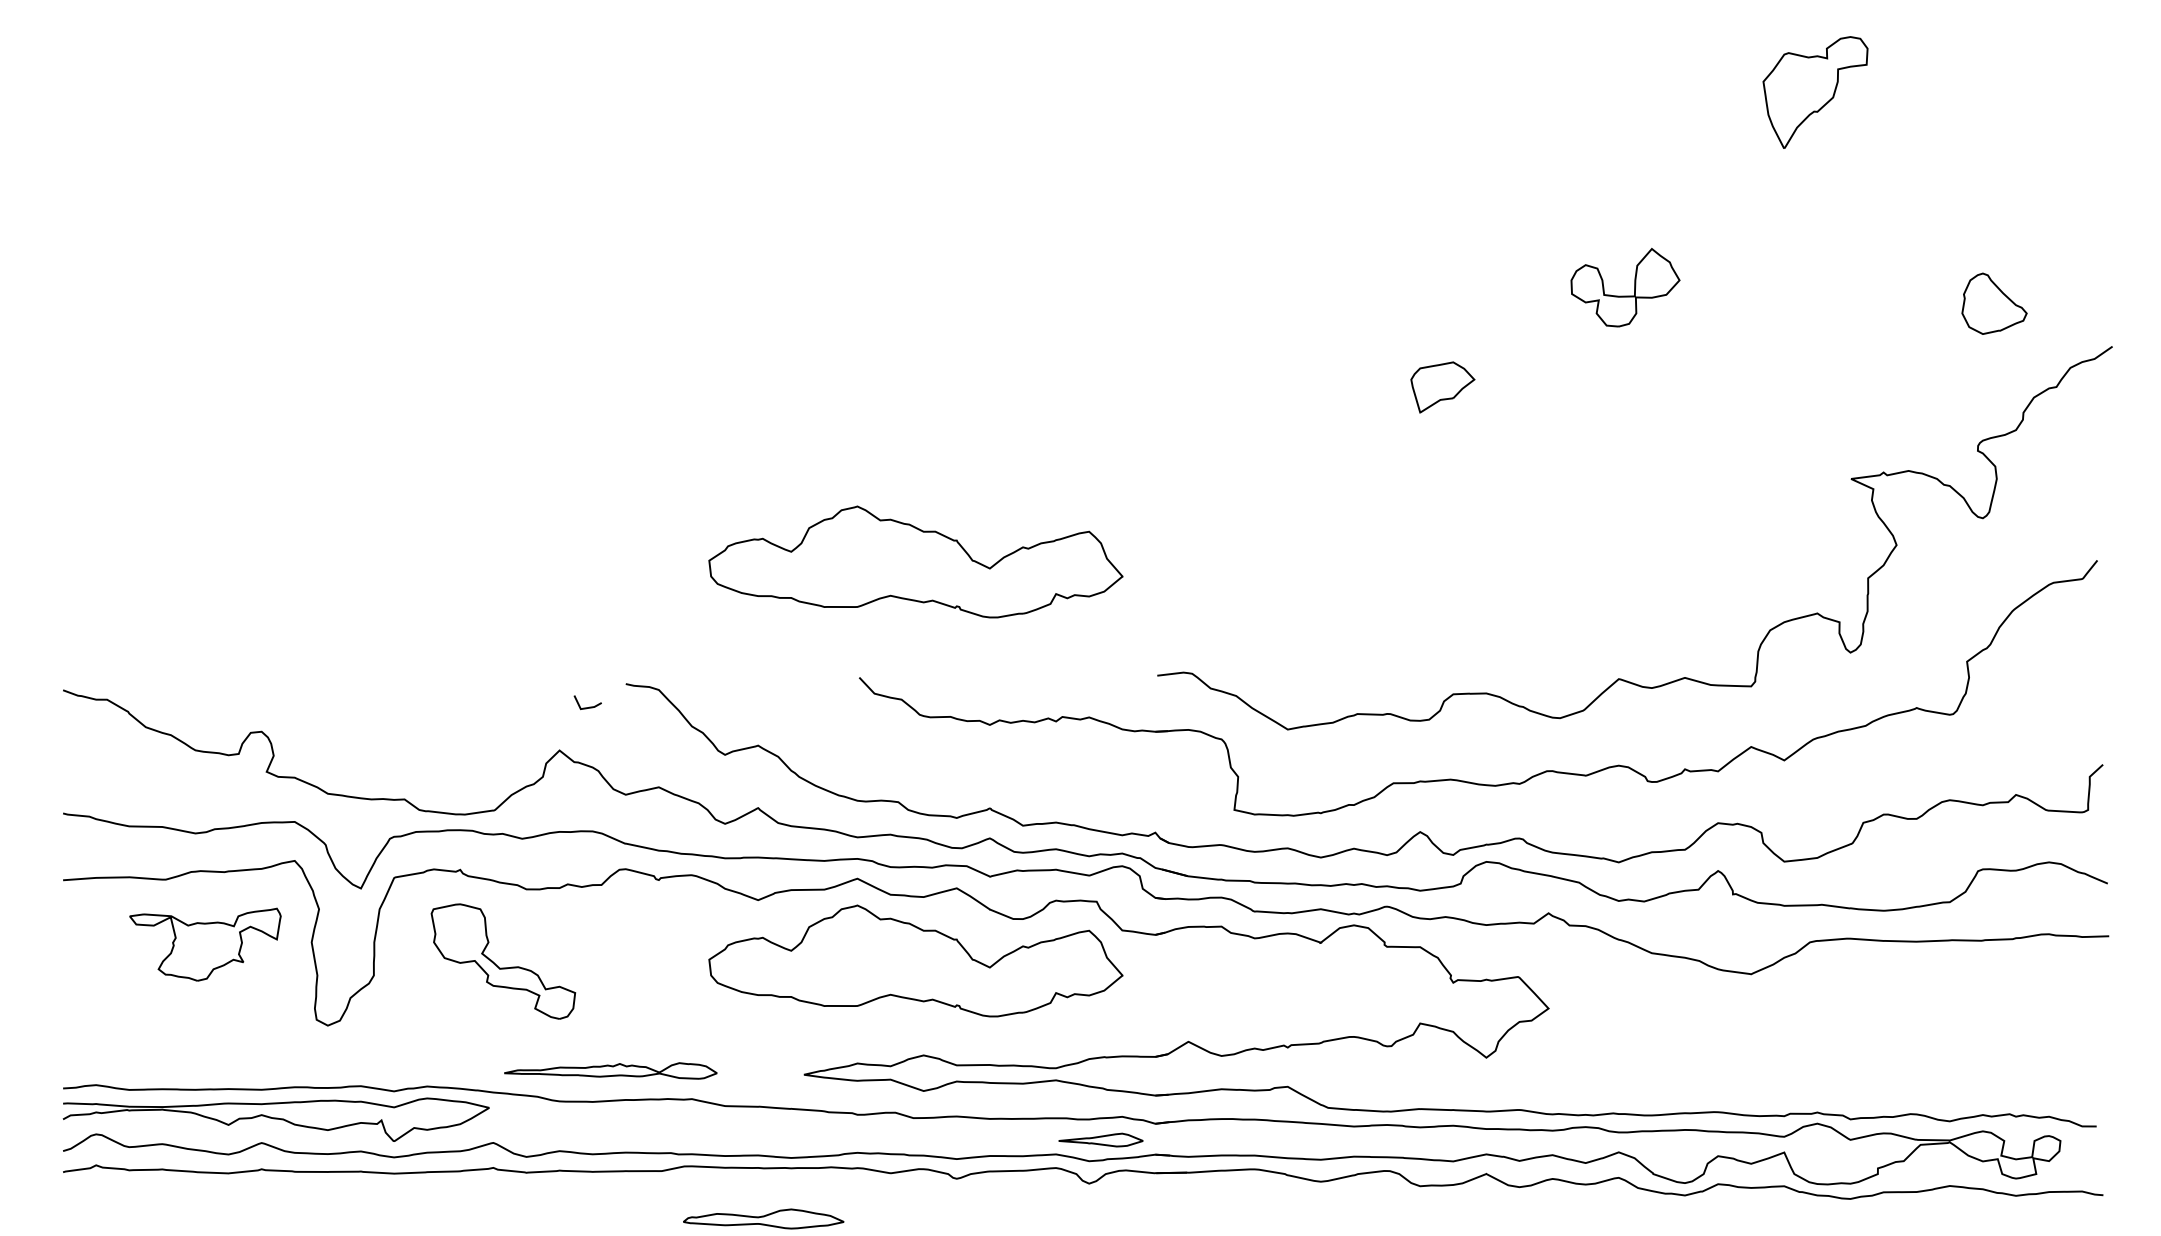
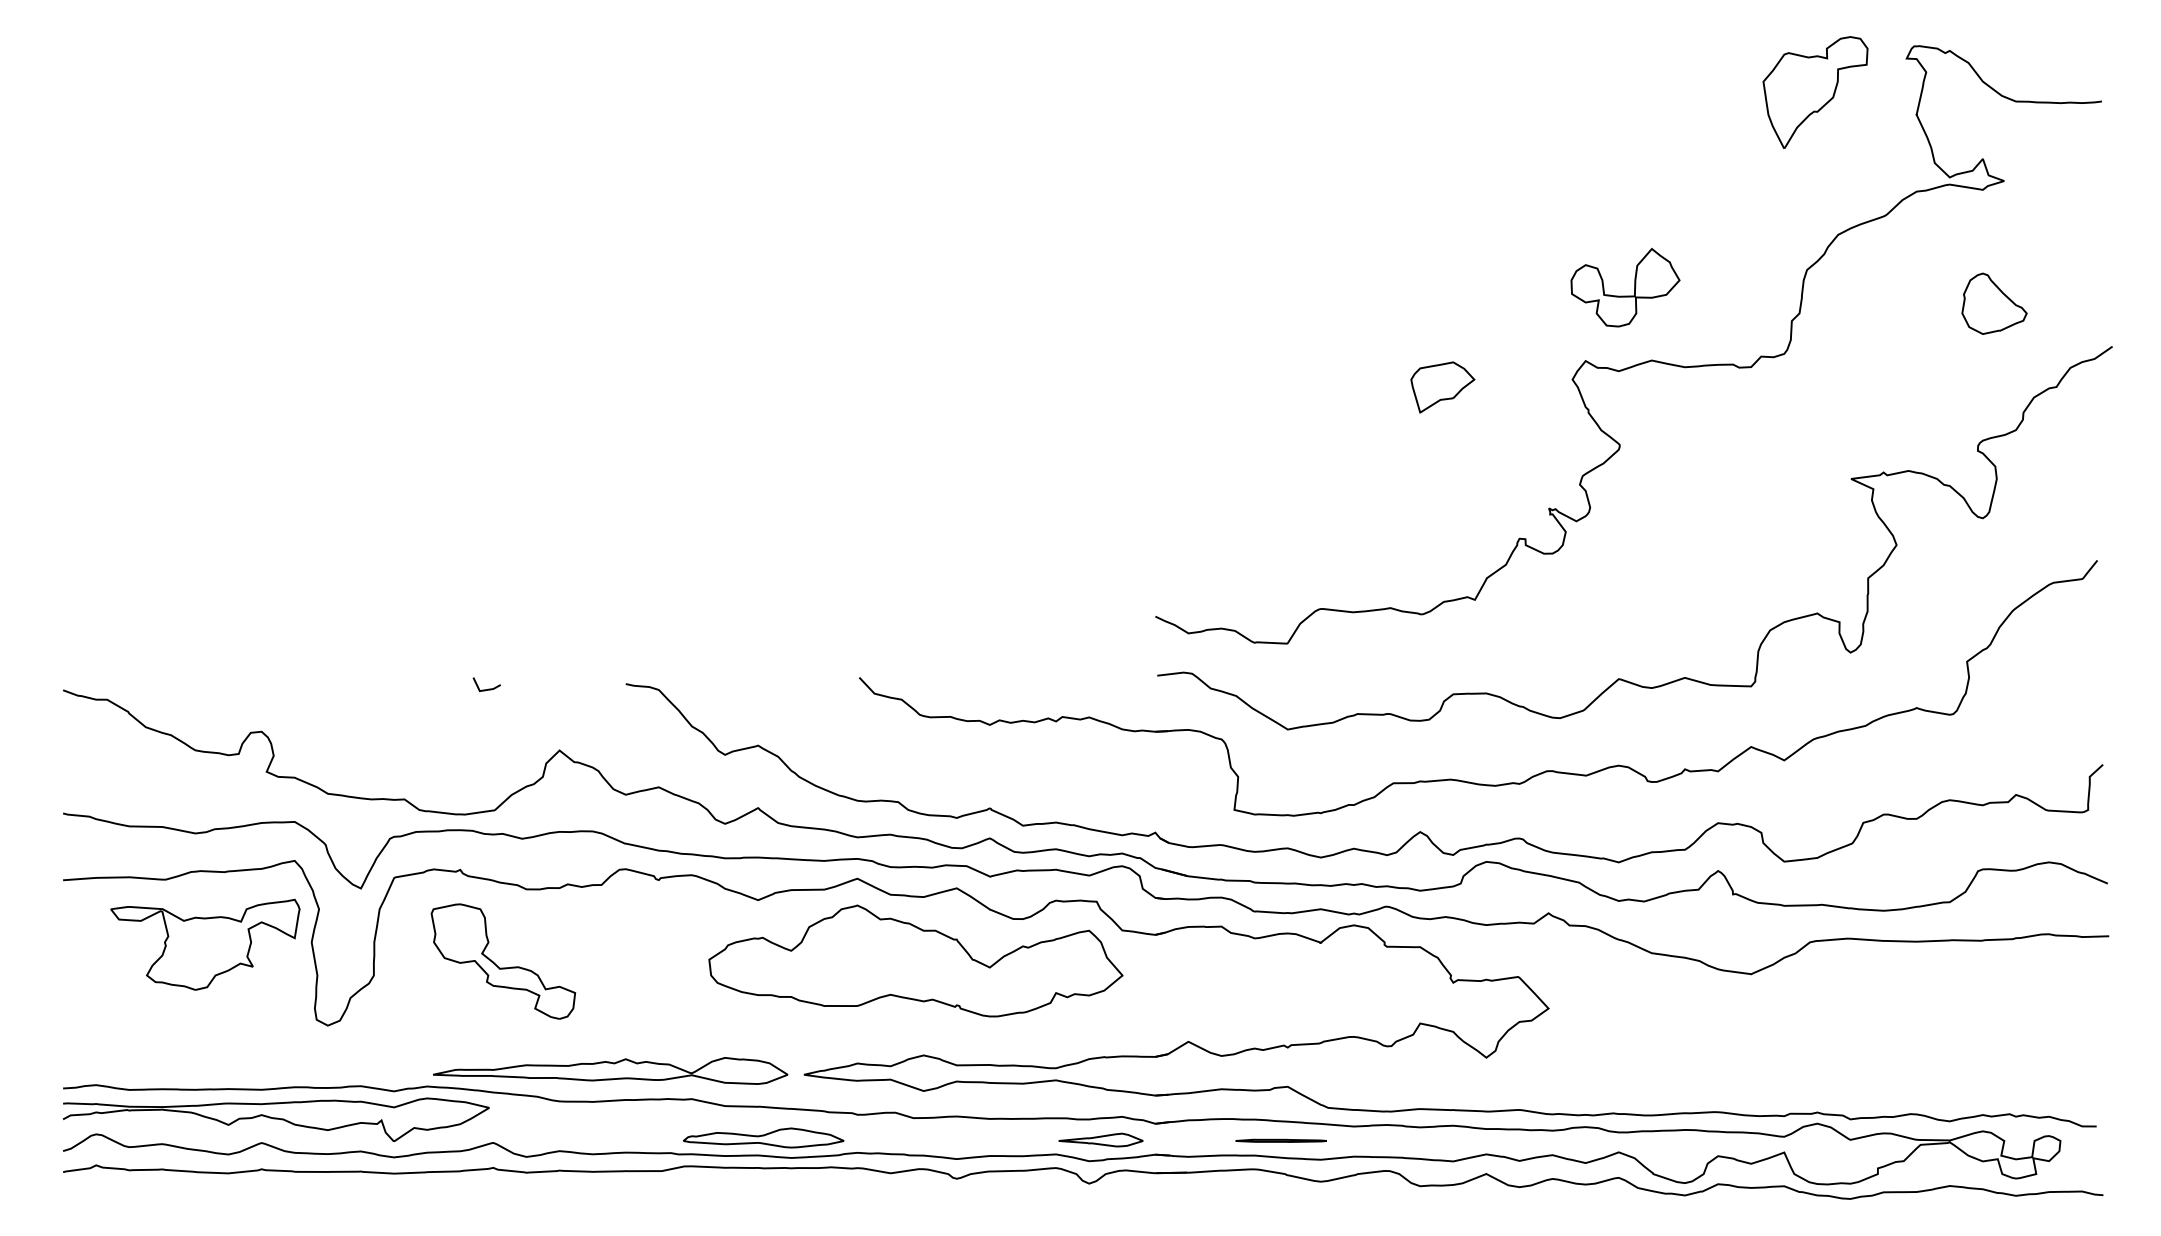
curve at (1635, 364): none -> present
part at (915, 561): present -> none
line at (589, 706) position: (589, 706) -> (488, 688)
part at (205, 944) size: 153x75 px -> 191x93 px
part at (610, 1070) size: 214x18 px -> 356x28 px
line at (1280, 1140): none -> present
part at (763, 1218) position: (763, 1218) -> (763, 1137)
